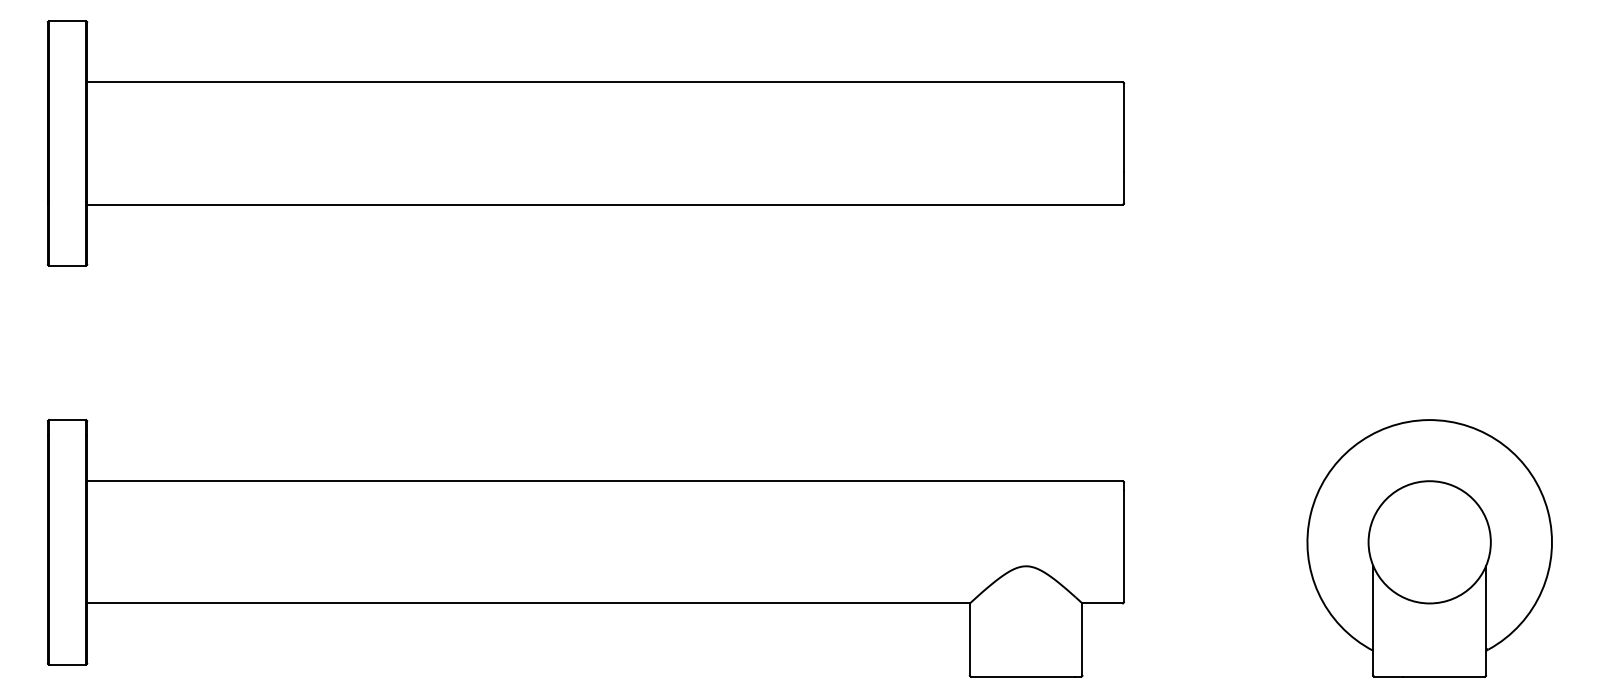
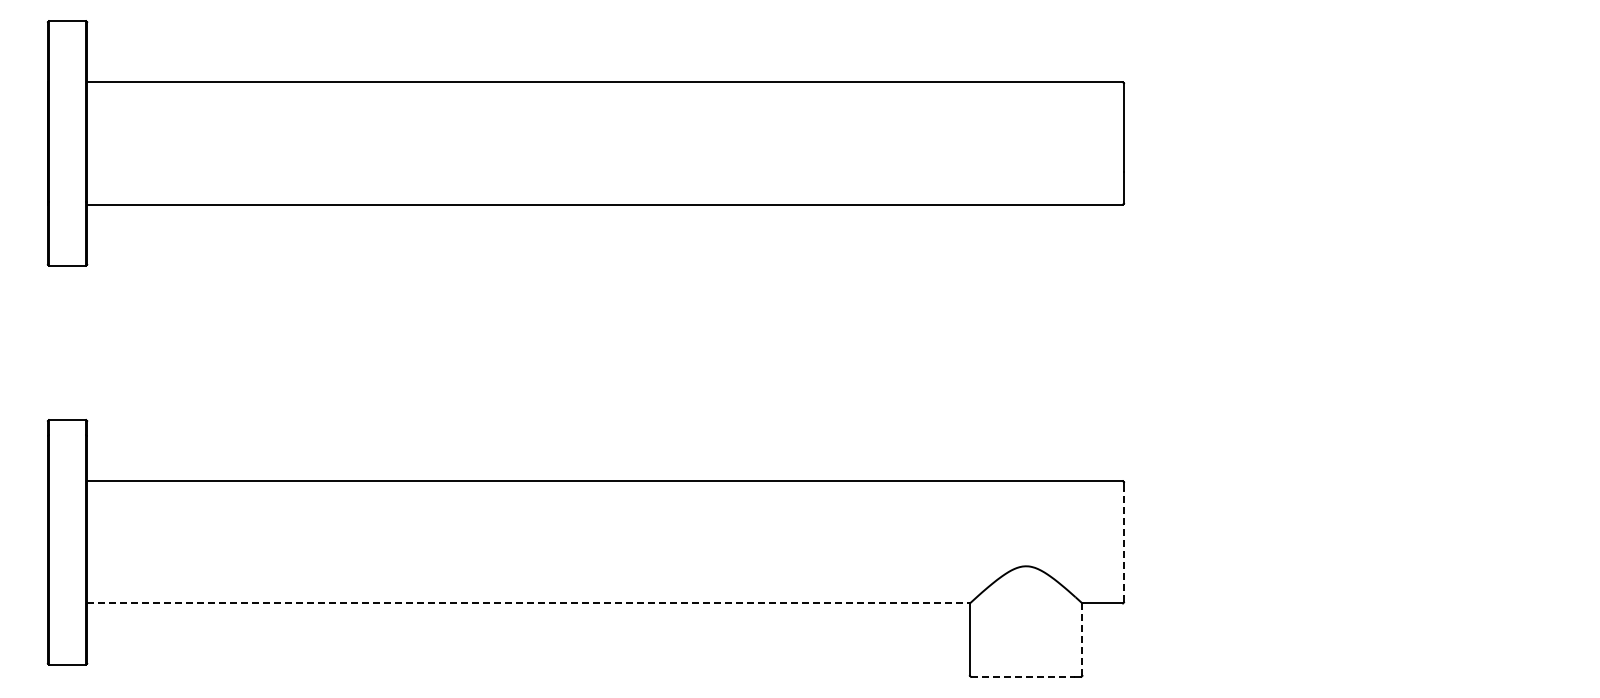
line at (1123, 545): solid -> dashed
part at (1429, 548): present -> none
line at (529, 603): solid -> dashed
line at (1082, 640): solid -> dashed
line at (1022, 676): solid -> dashed
